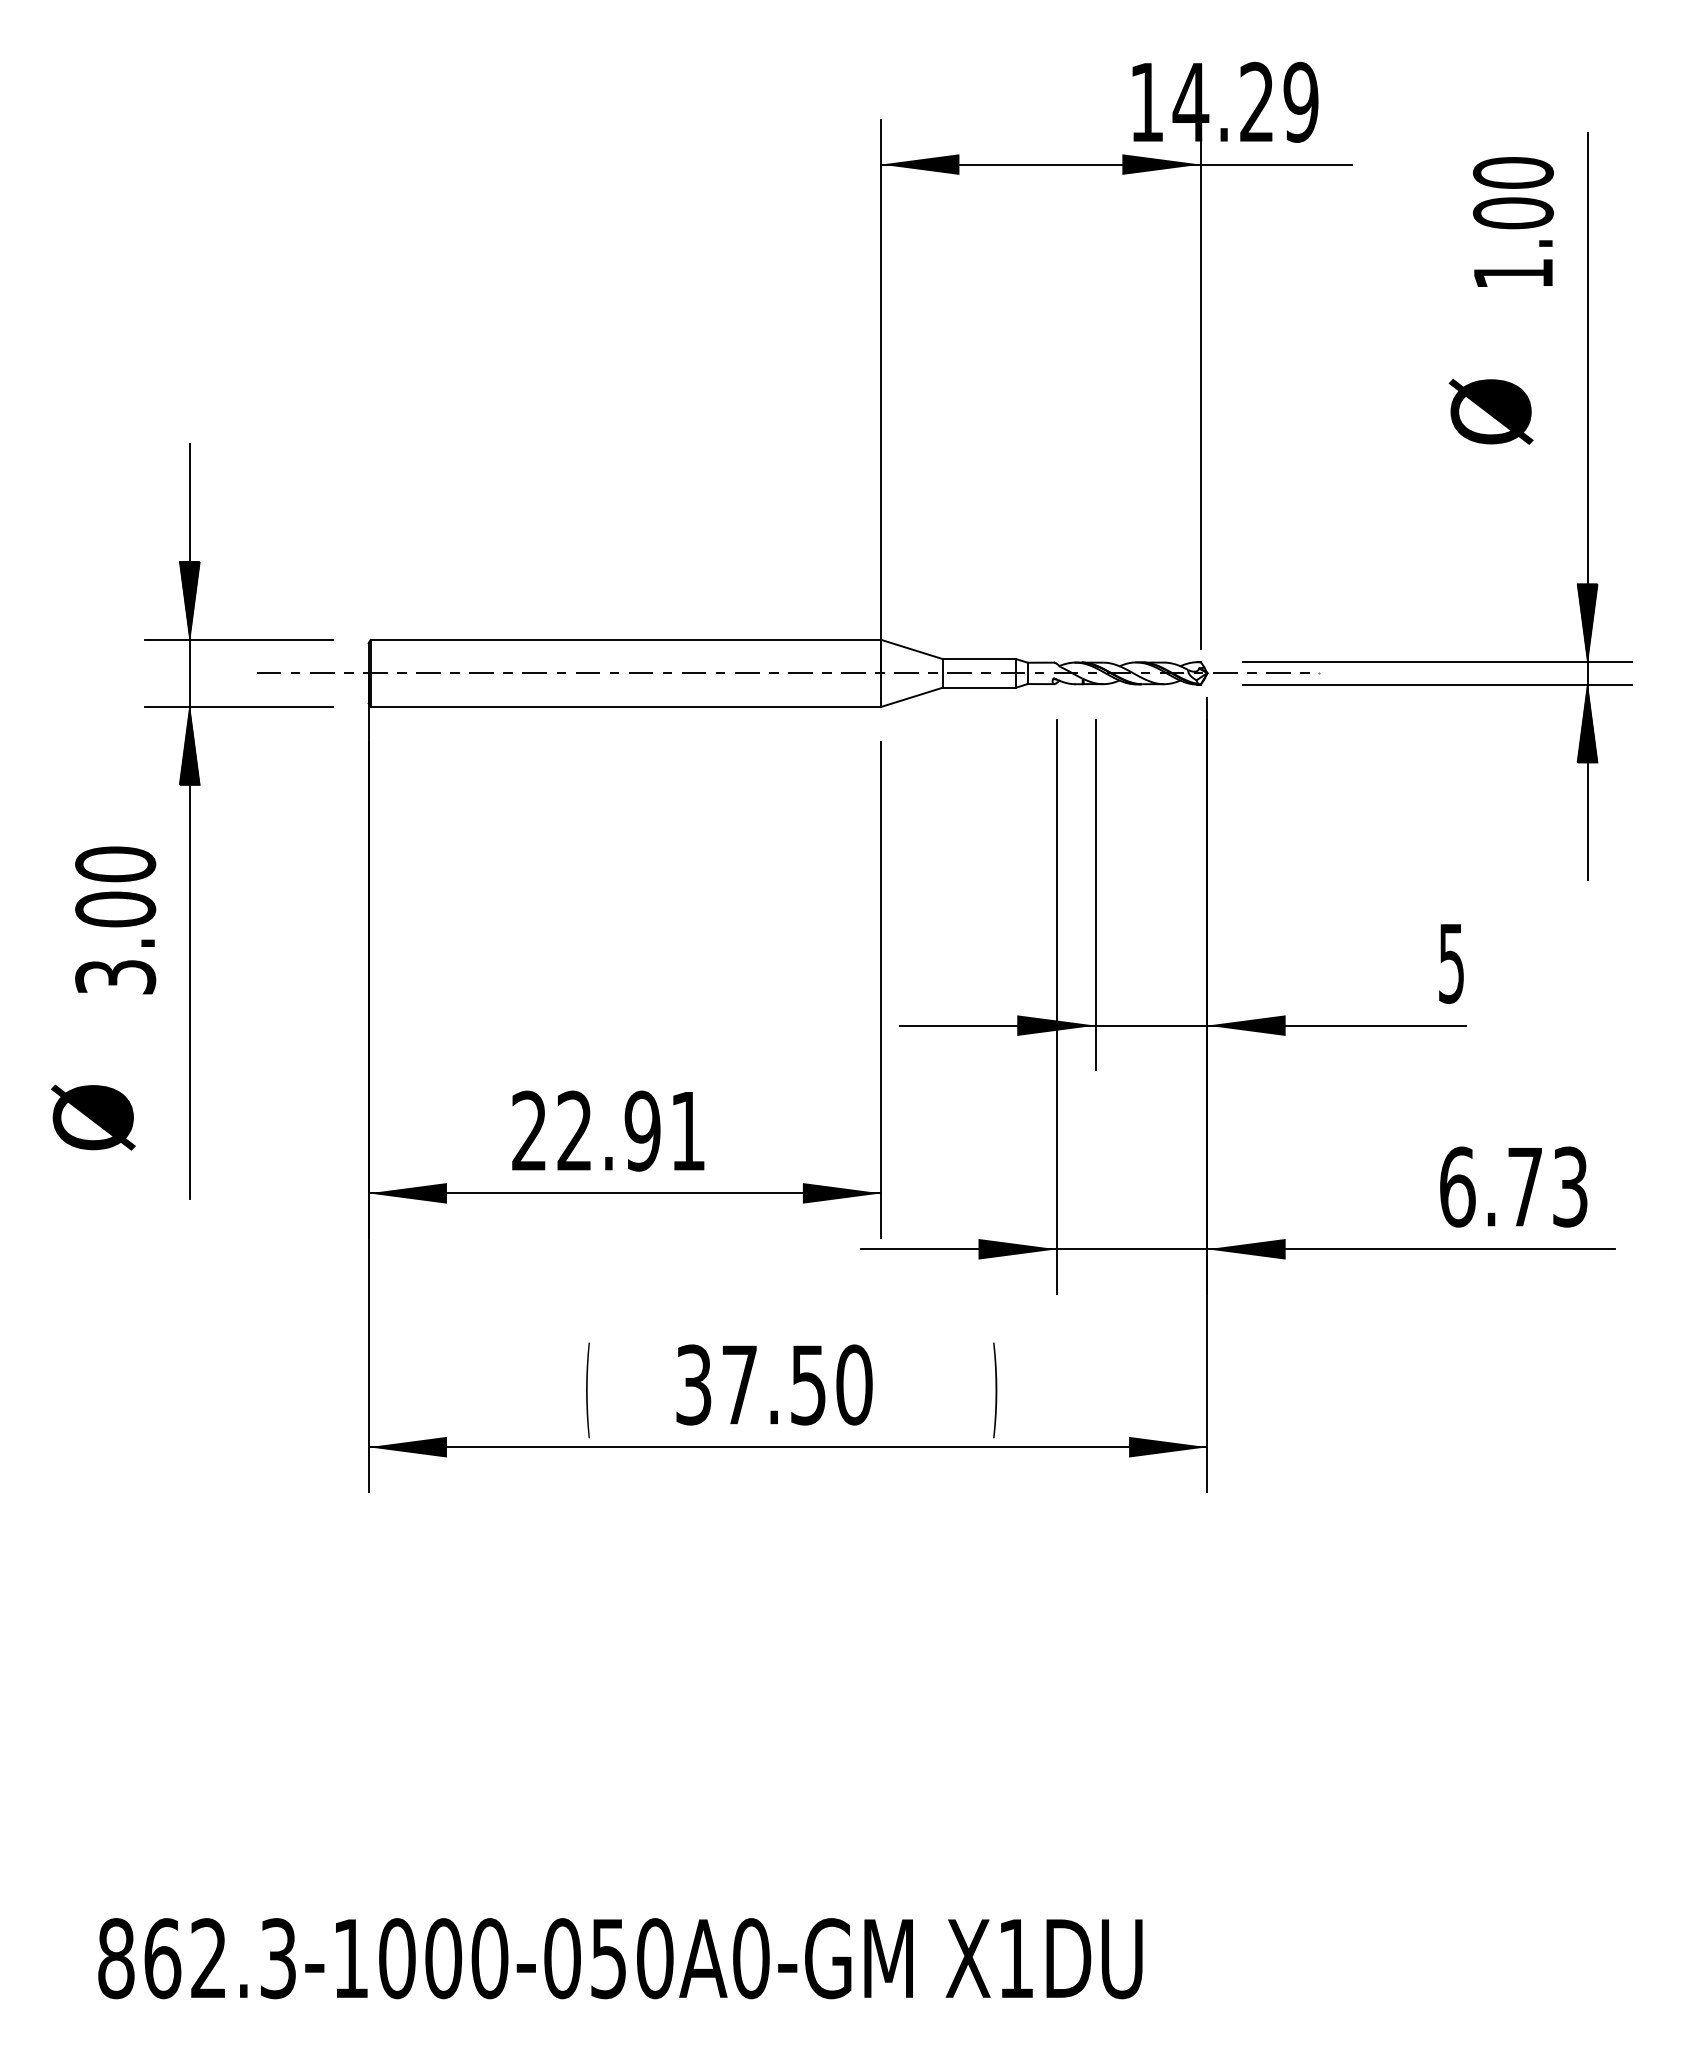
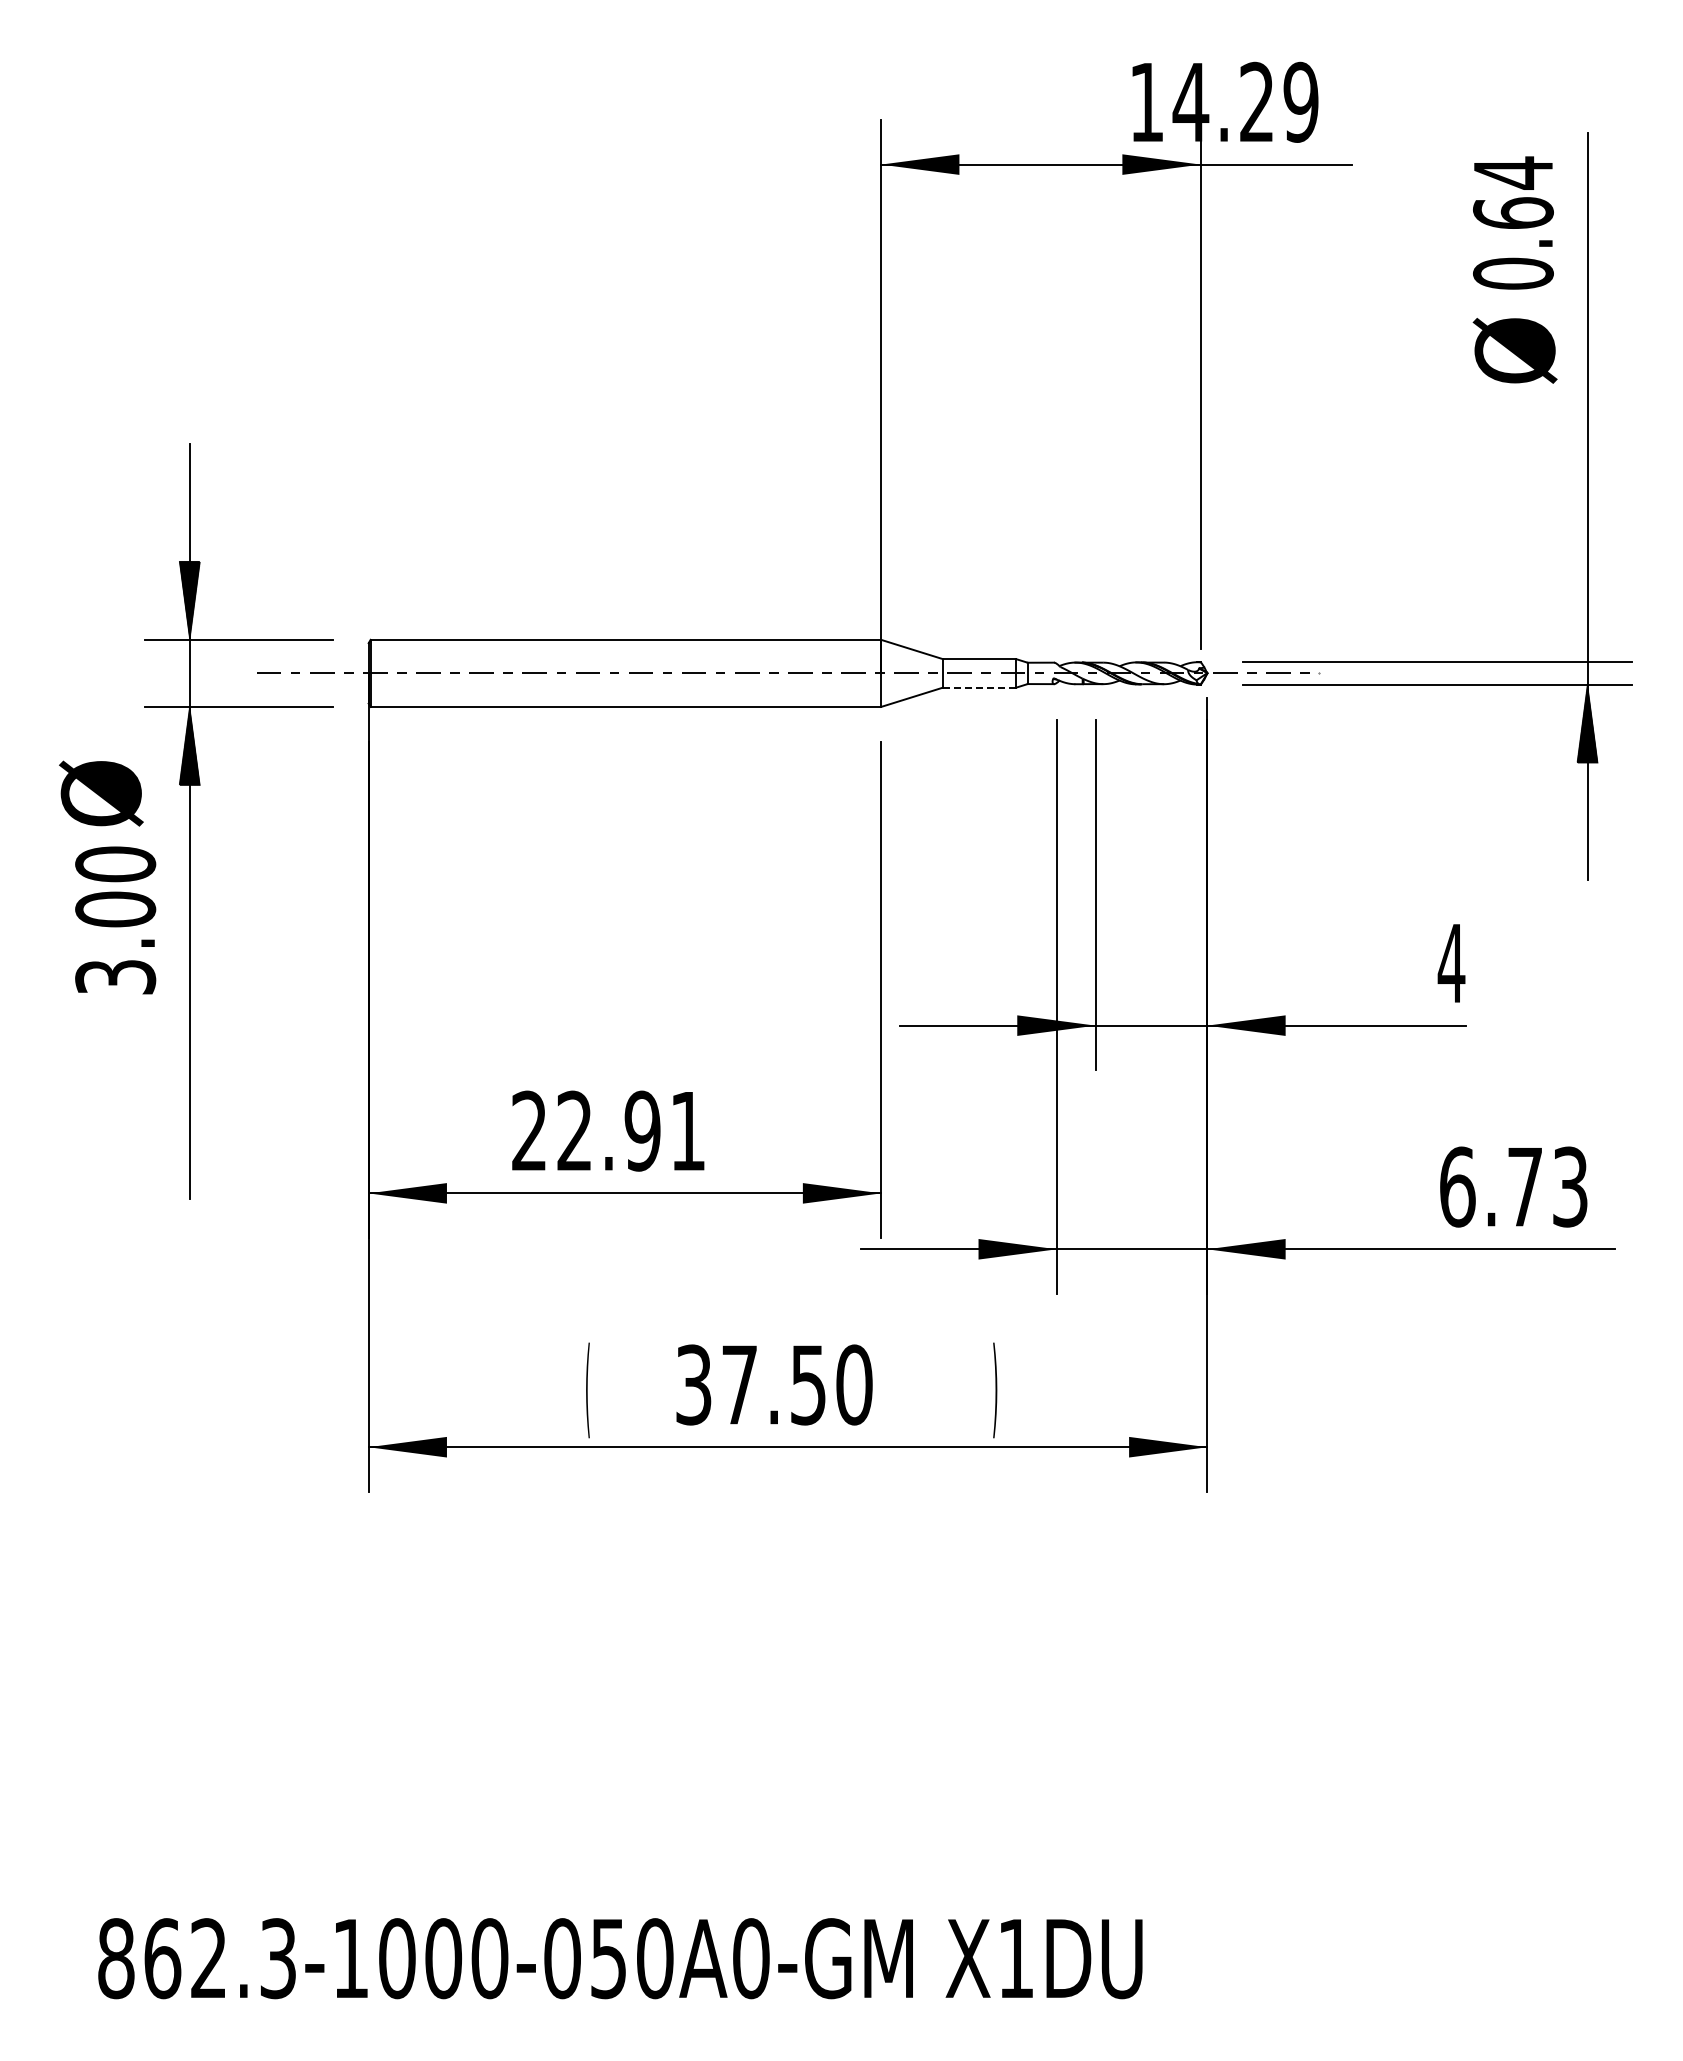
text at (1513, 222): 1.00 -> 0.64
text at (1490, 411) position: (1490, 411) -> (1514, 350)
hatch at (1587, 622): present -> none
line at (979, 687): solid -> dashed
text at (1451, 963): 5 -> 4
text at (93, 1117) position: (93, 1117) -> (101, 793)
